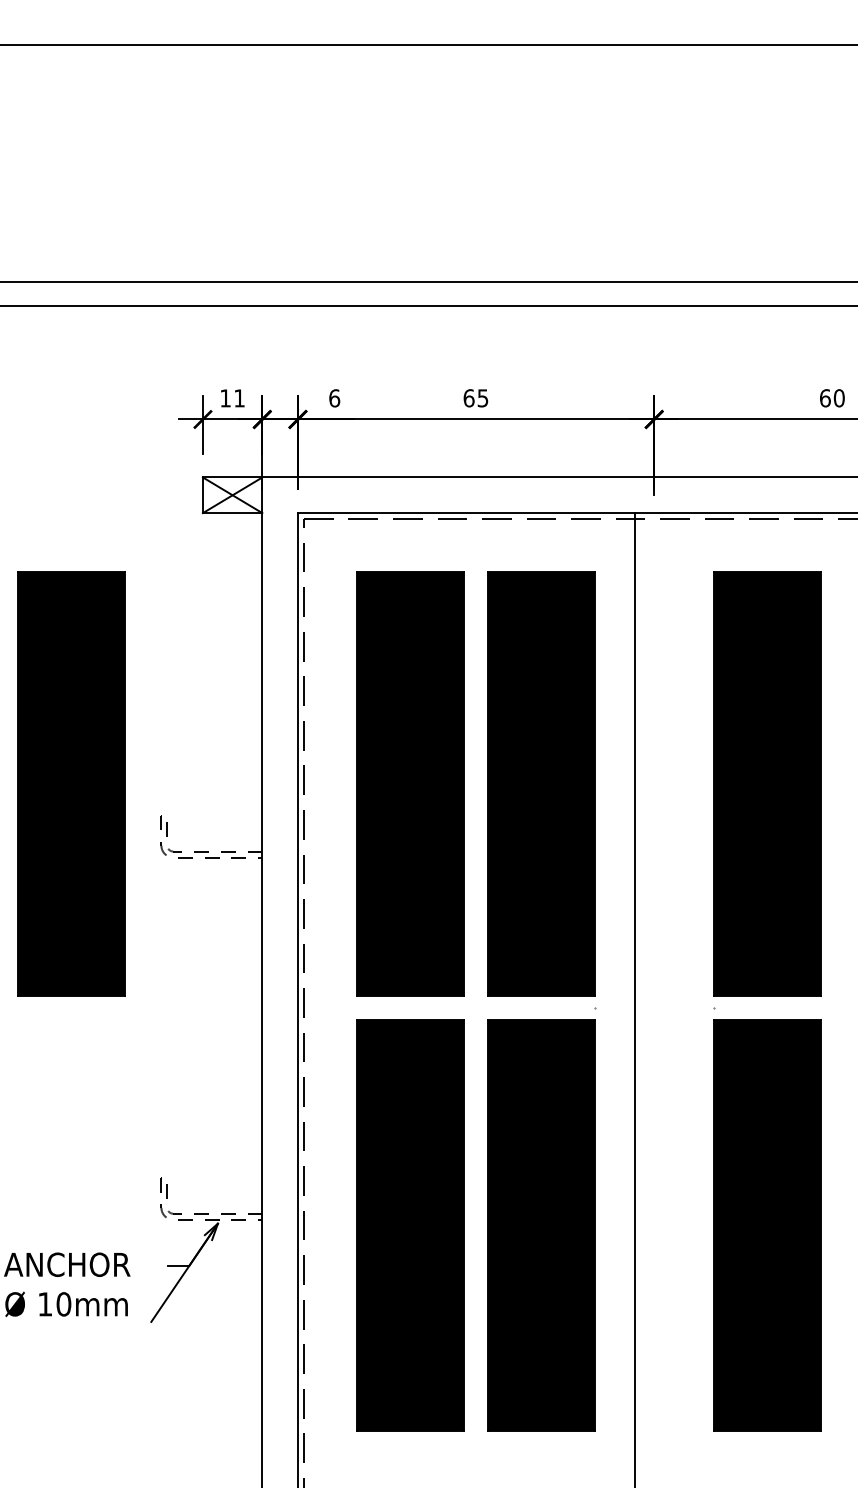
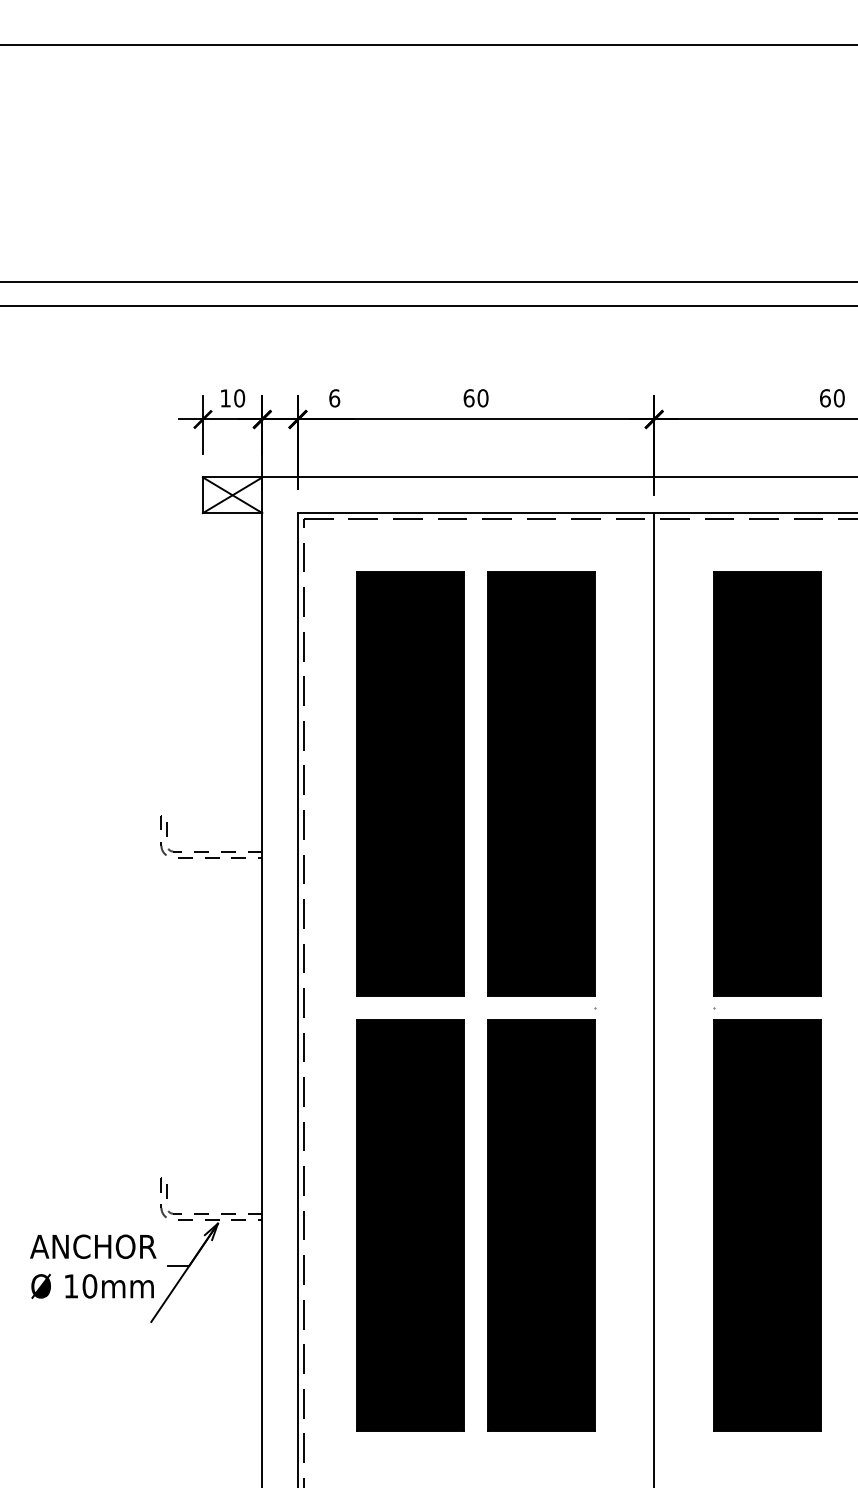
text at (239, 398): 11 -> 10
text at (482, 398): 65 -> 60
part at (71, 783): present -> none
line at (635, 998) position: (635, 998) -> (654, 998)
text at (67, 1284) position: (67, 1284) -> (93, 1266)
